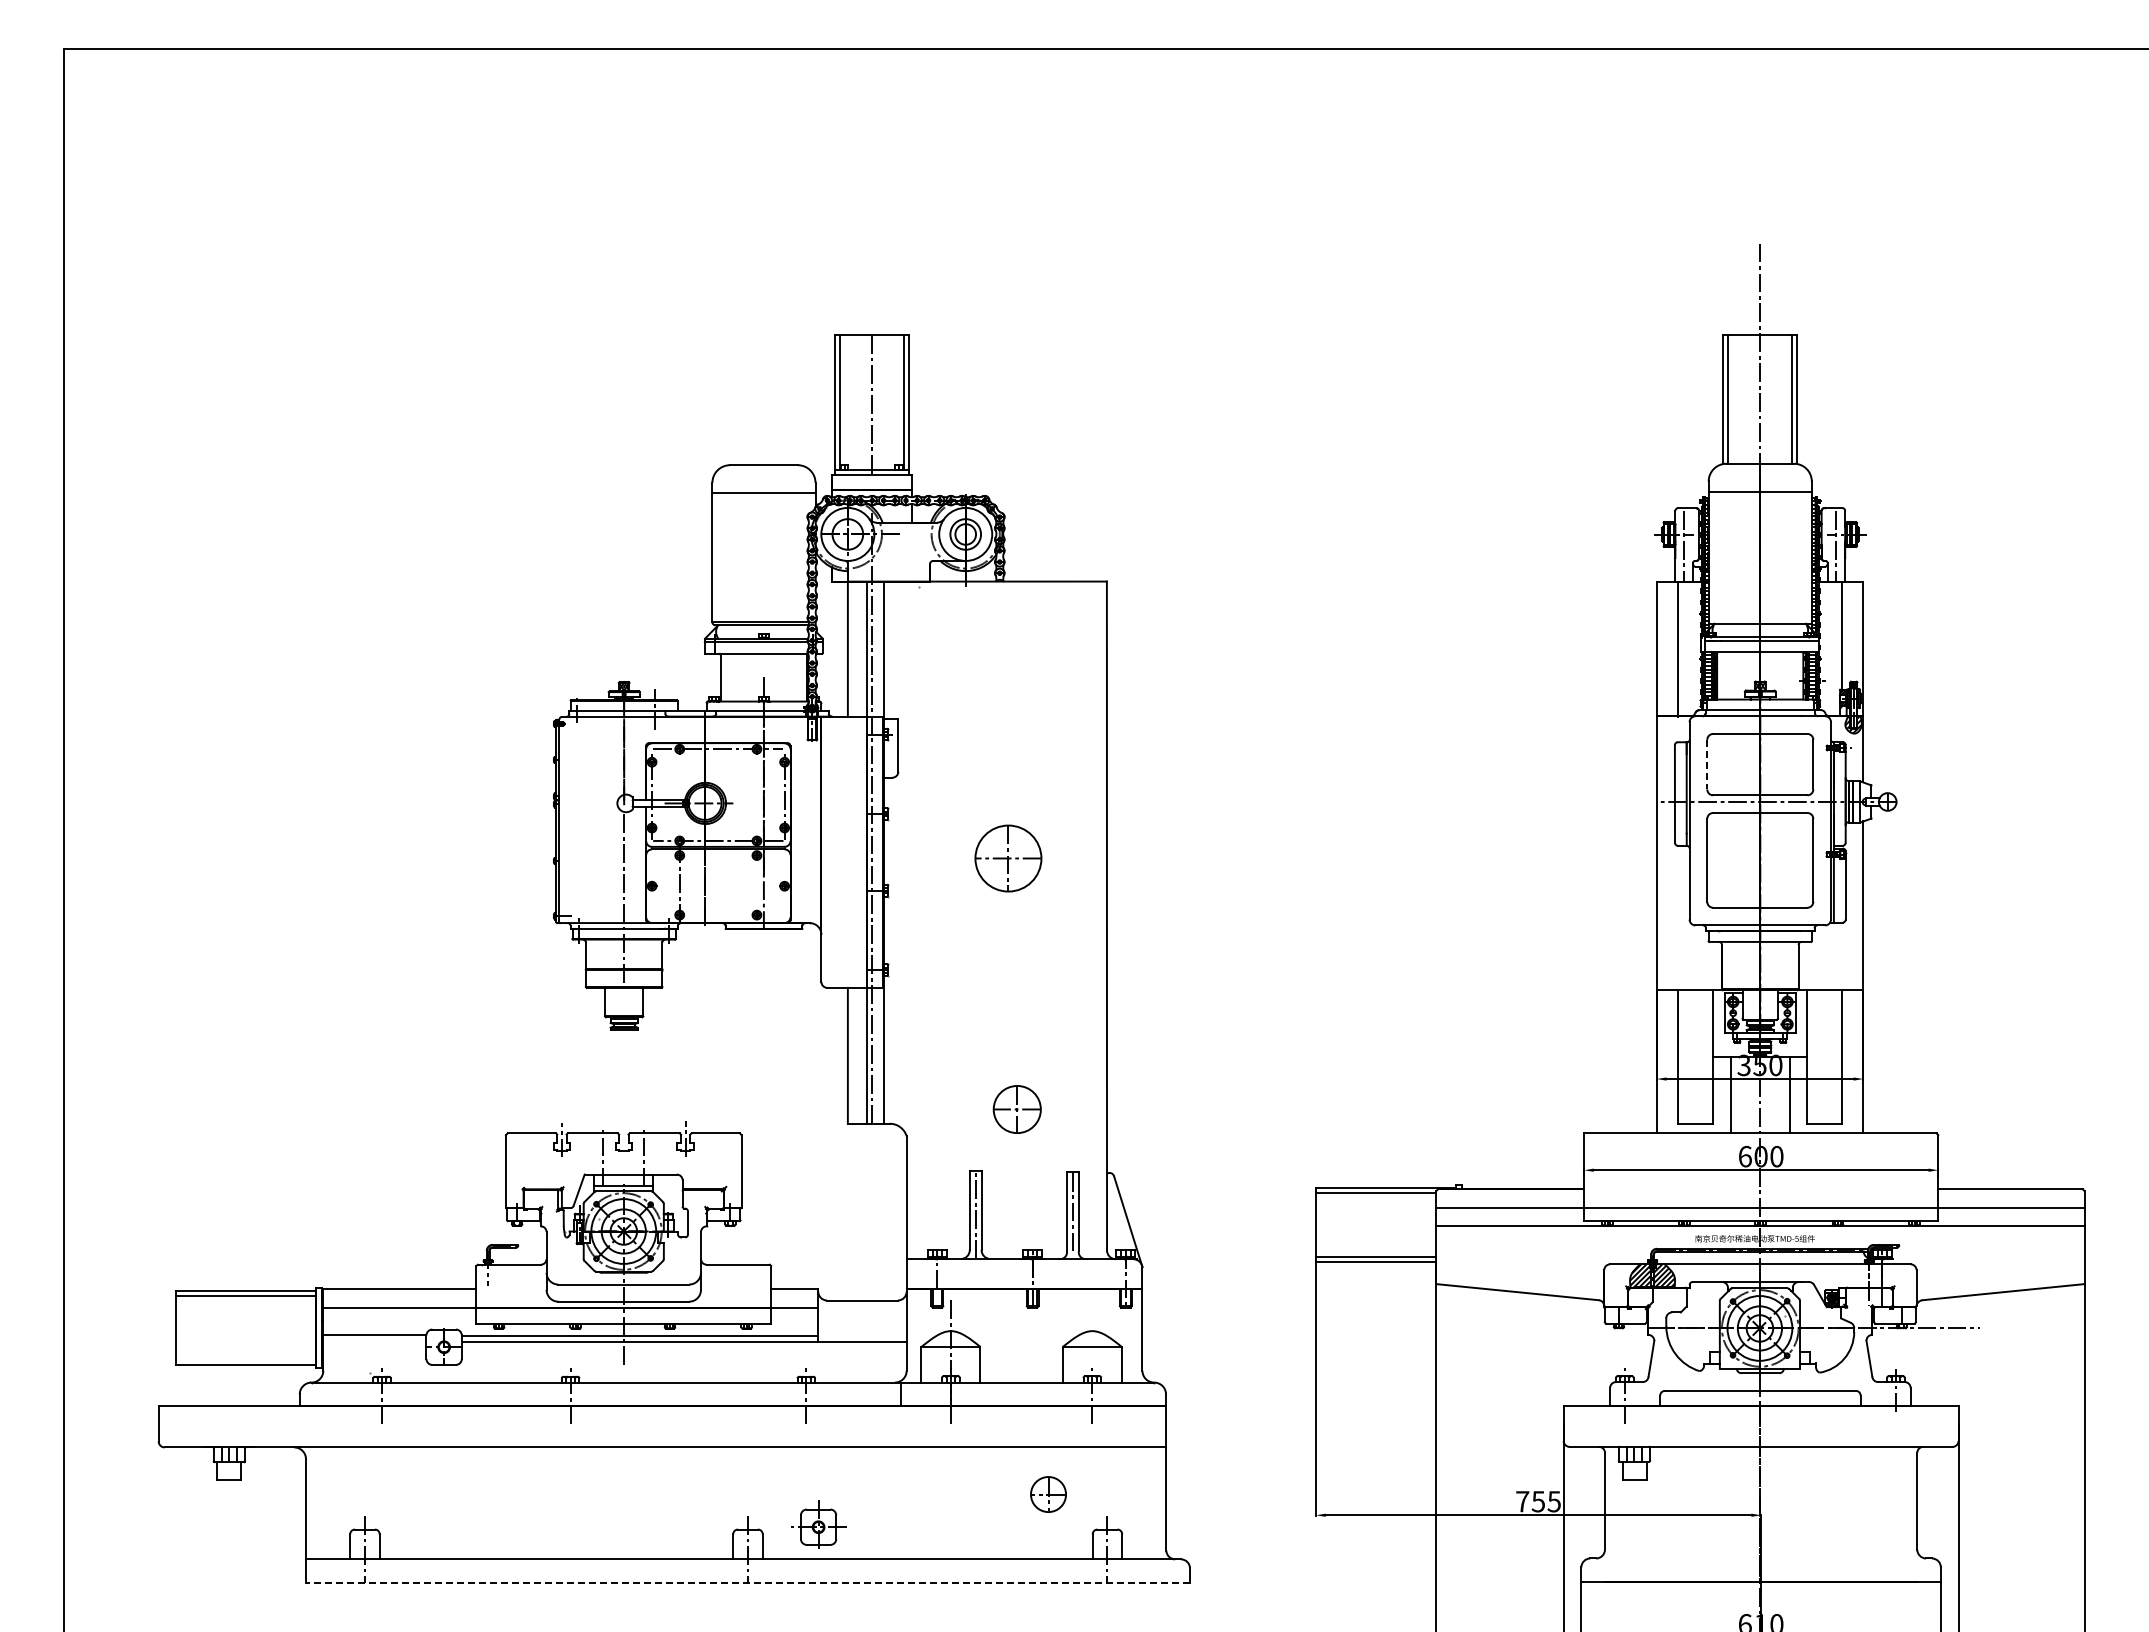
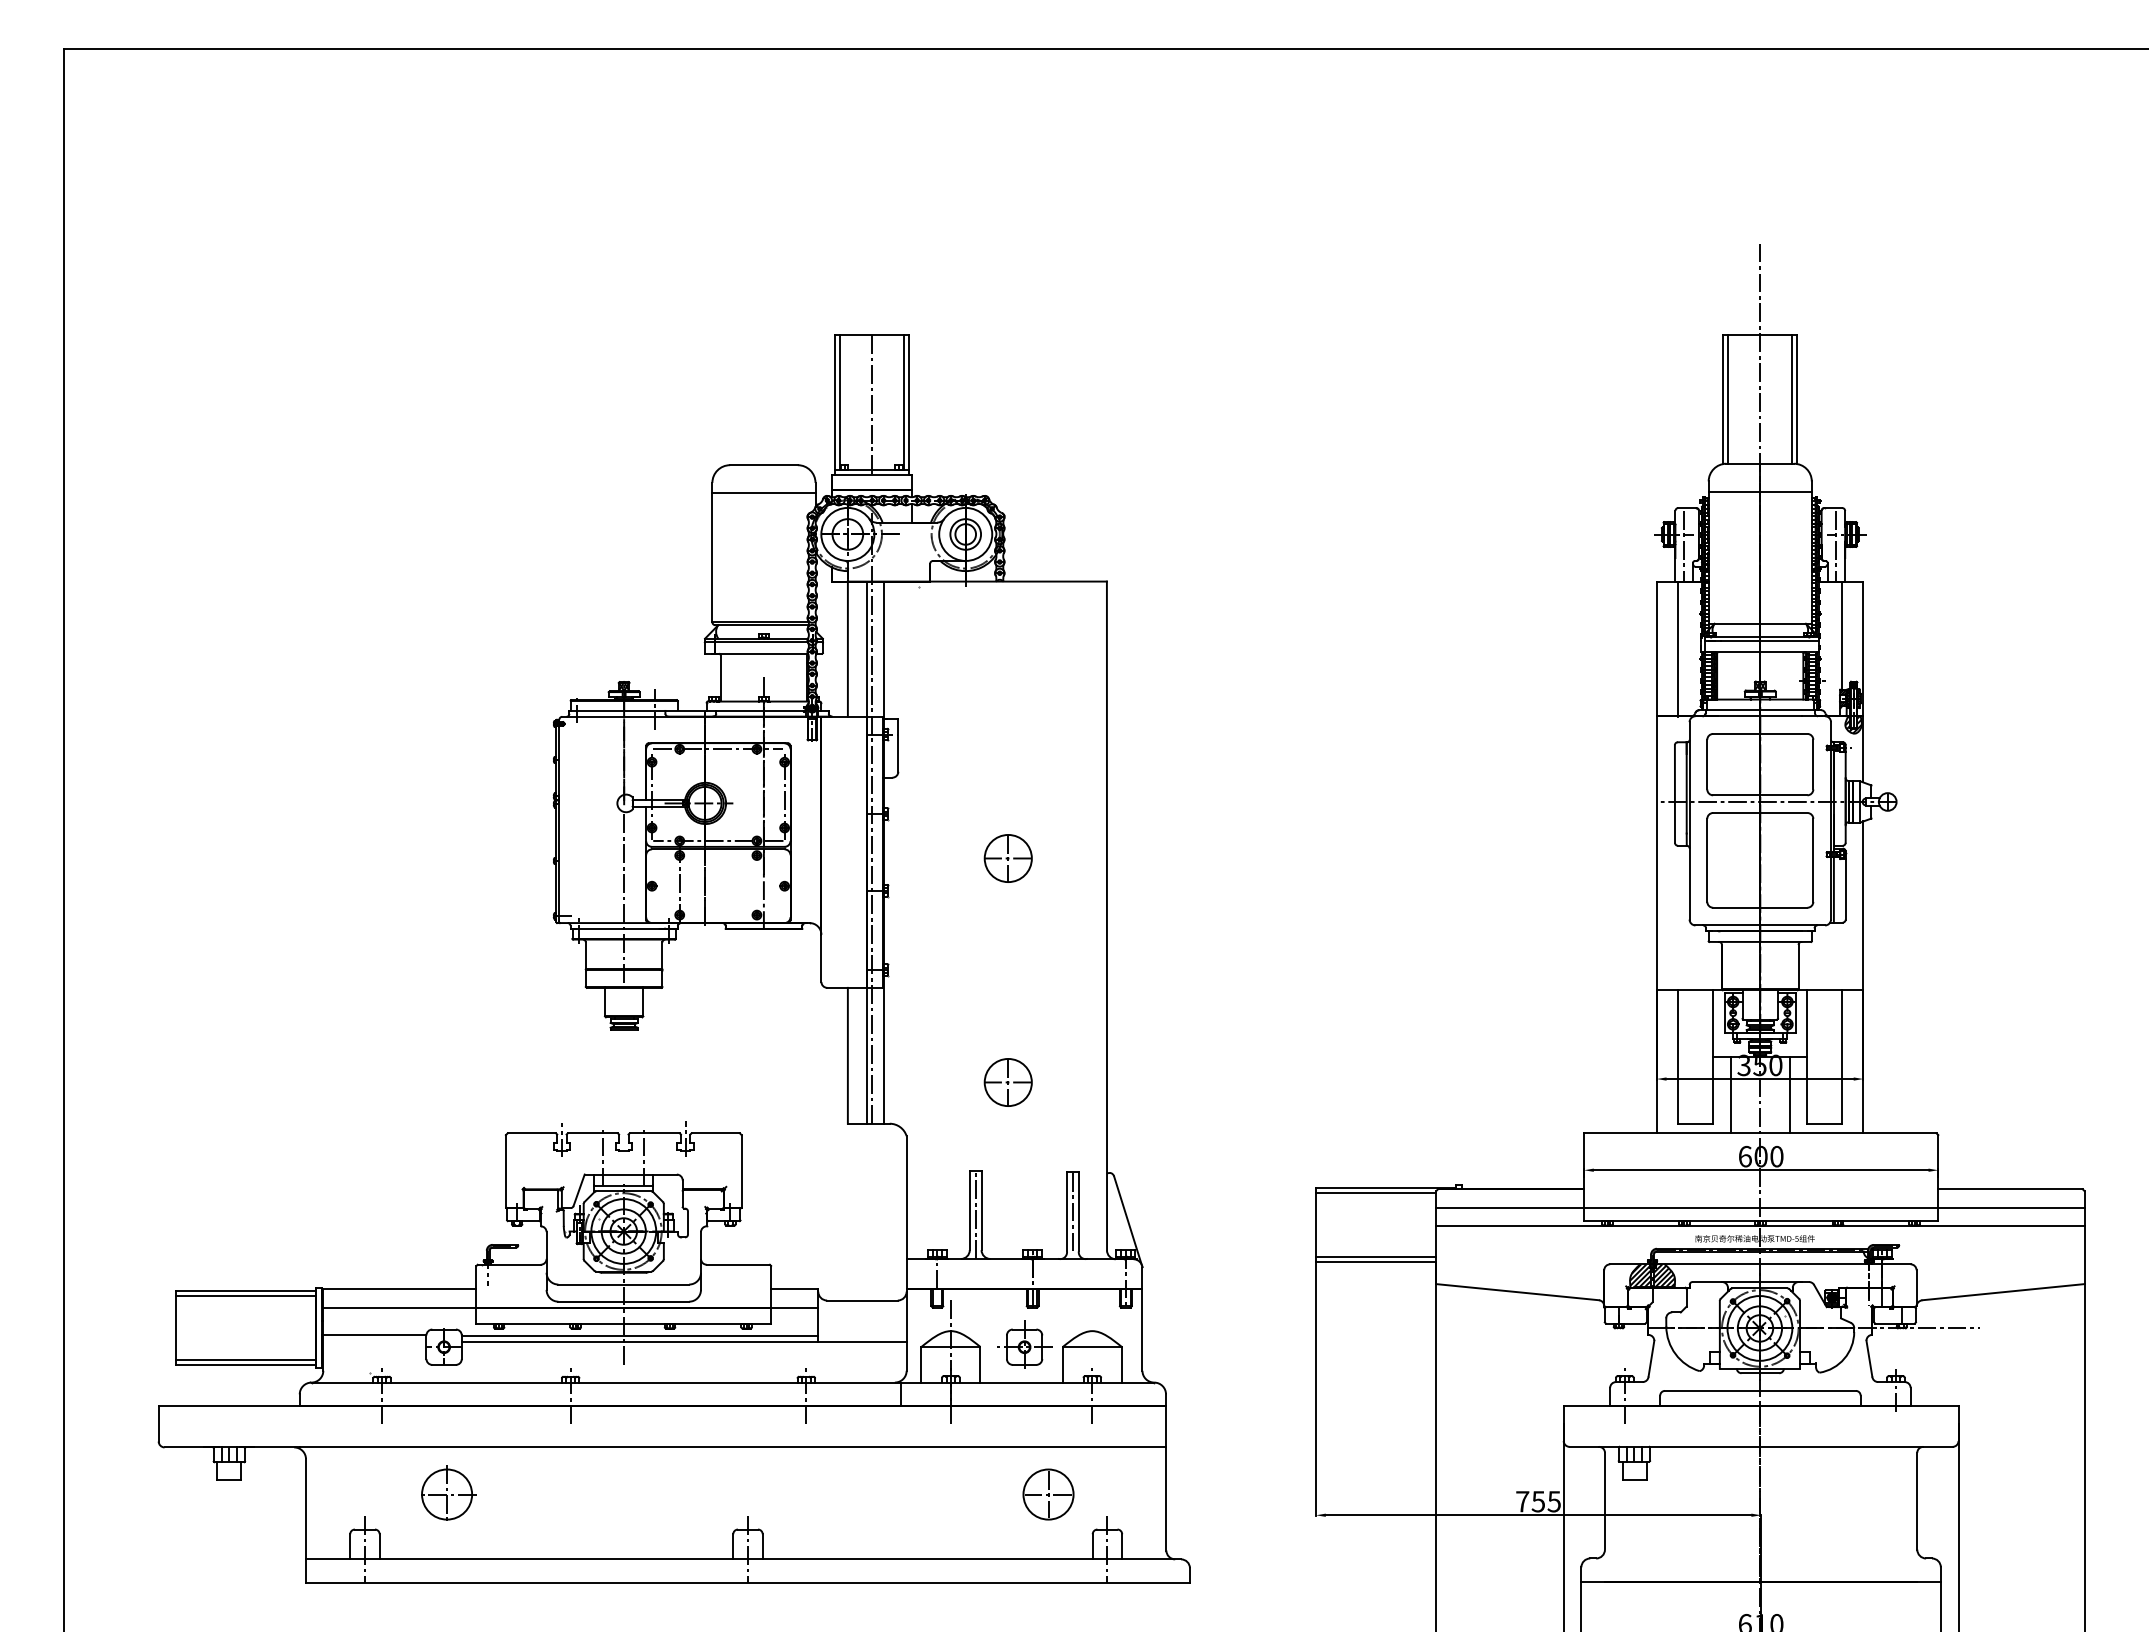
line at (1707, 764): dashed -> solid
part at (1008, 858) size: 69x69 px -> 50x49 px
part at (1016, 1109) position: (1016, 1109) -> (1007, 1082)
line at (246, 1360): none -> present
part at (448, 1492): none -> present
part at (1048, 1494) size: 37x37 px -> 53x53 px
part at (818, 1524) position: (818, 1524) -> (1024, 1344)
line at (747, 1582): dashed -> solid
